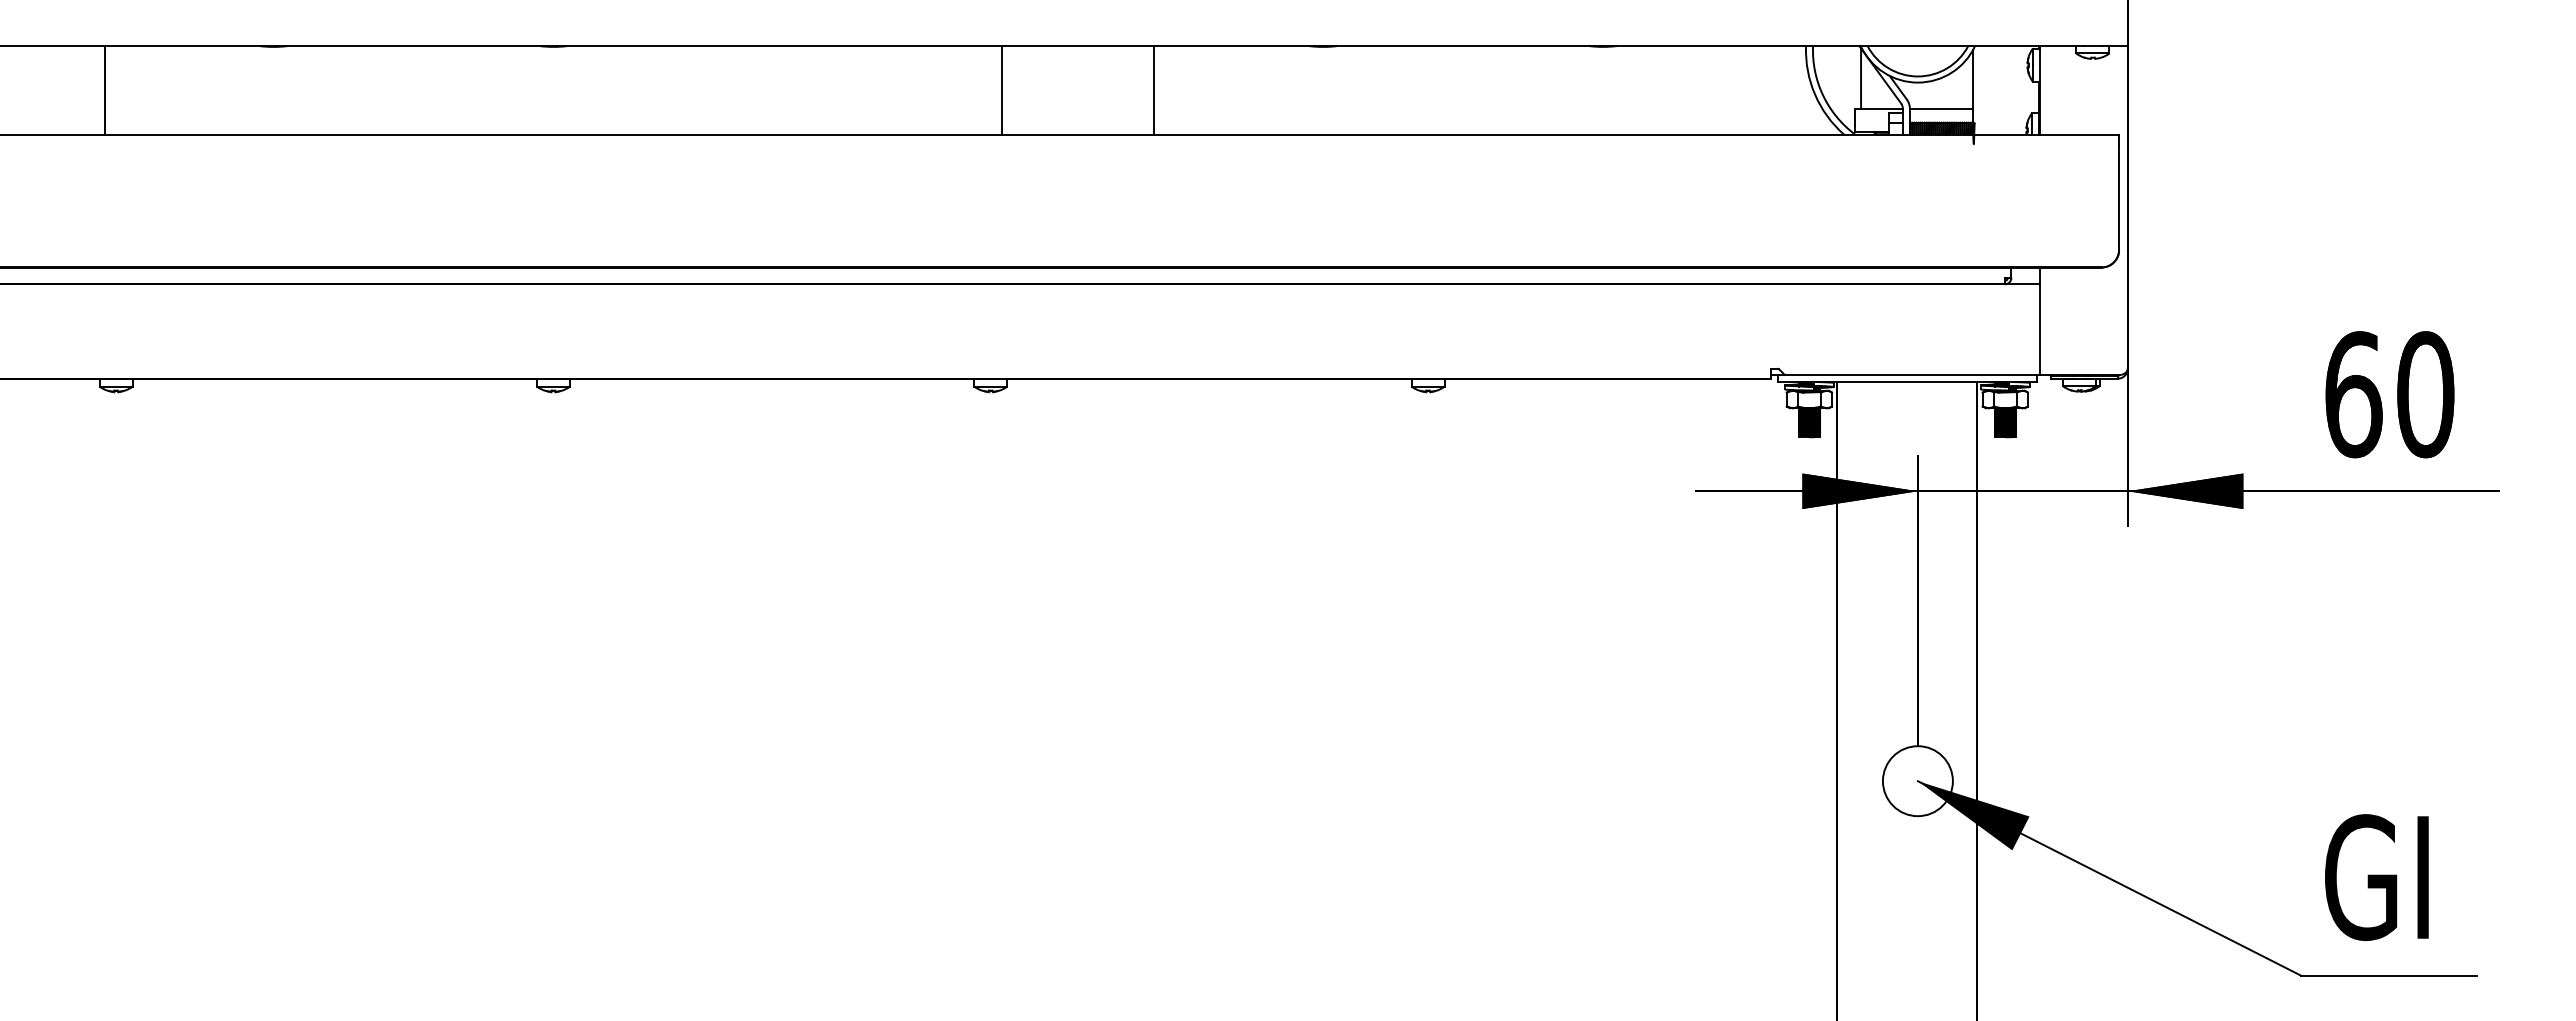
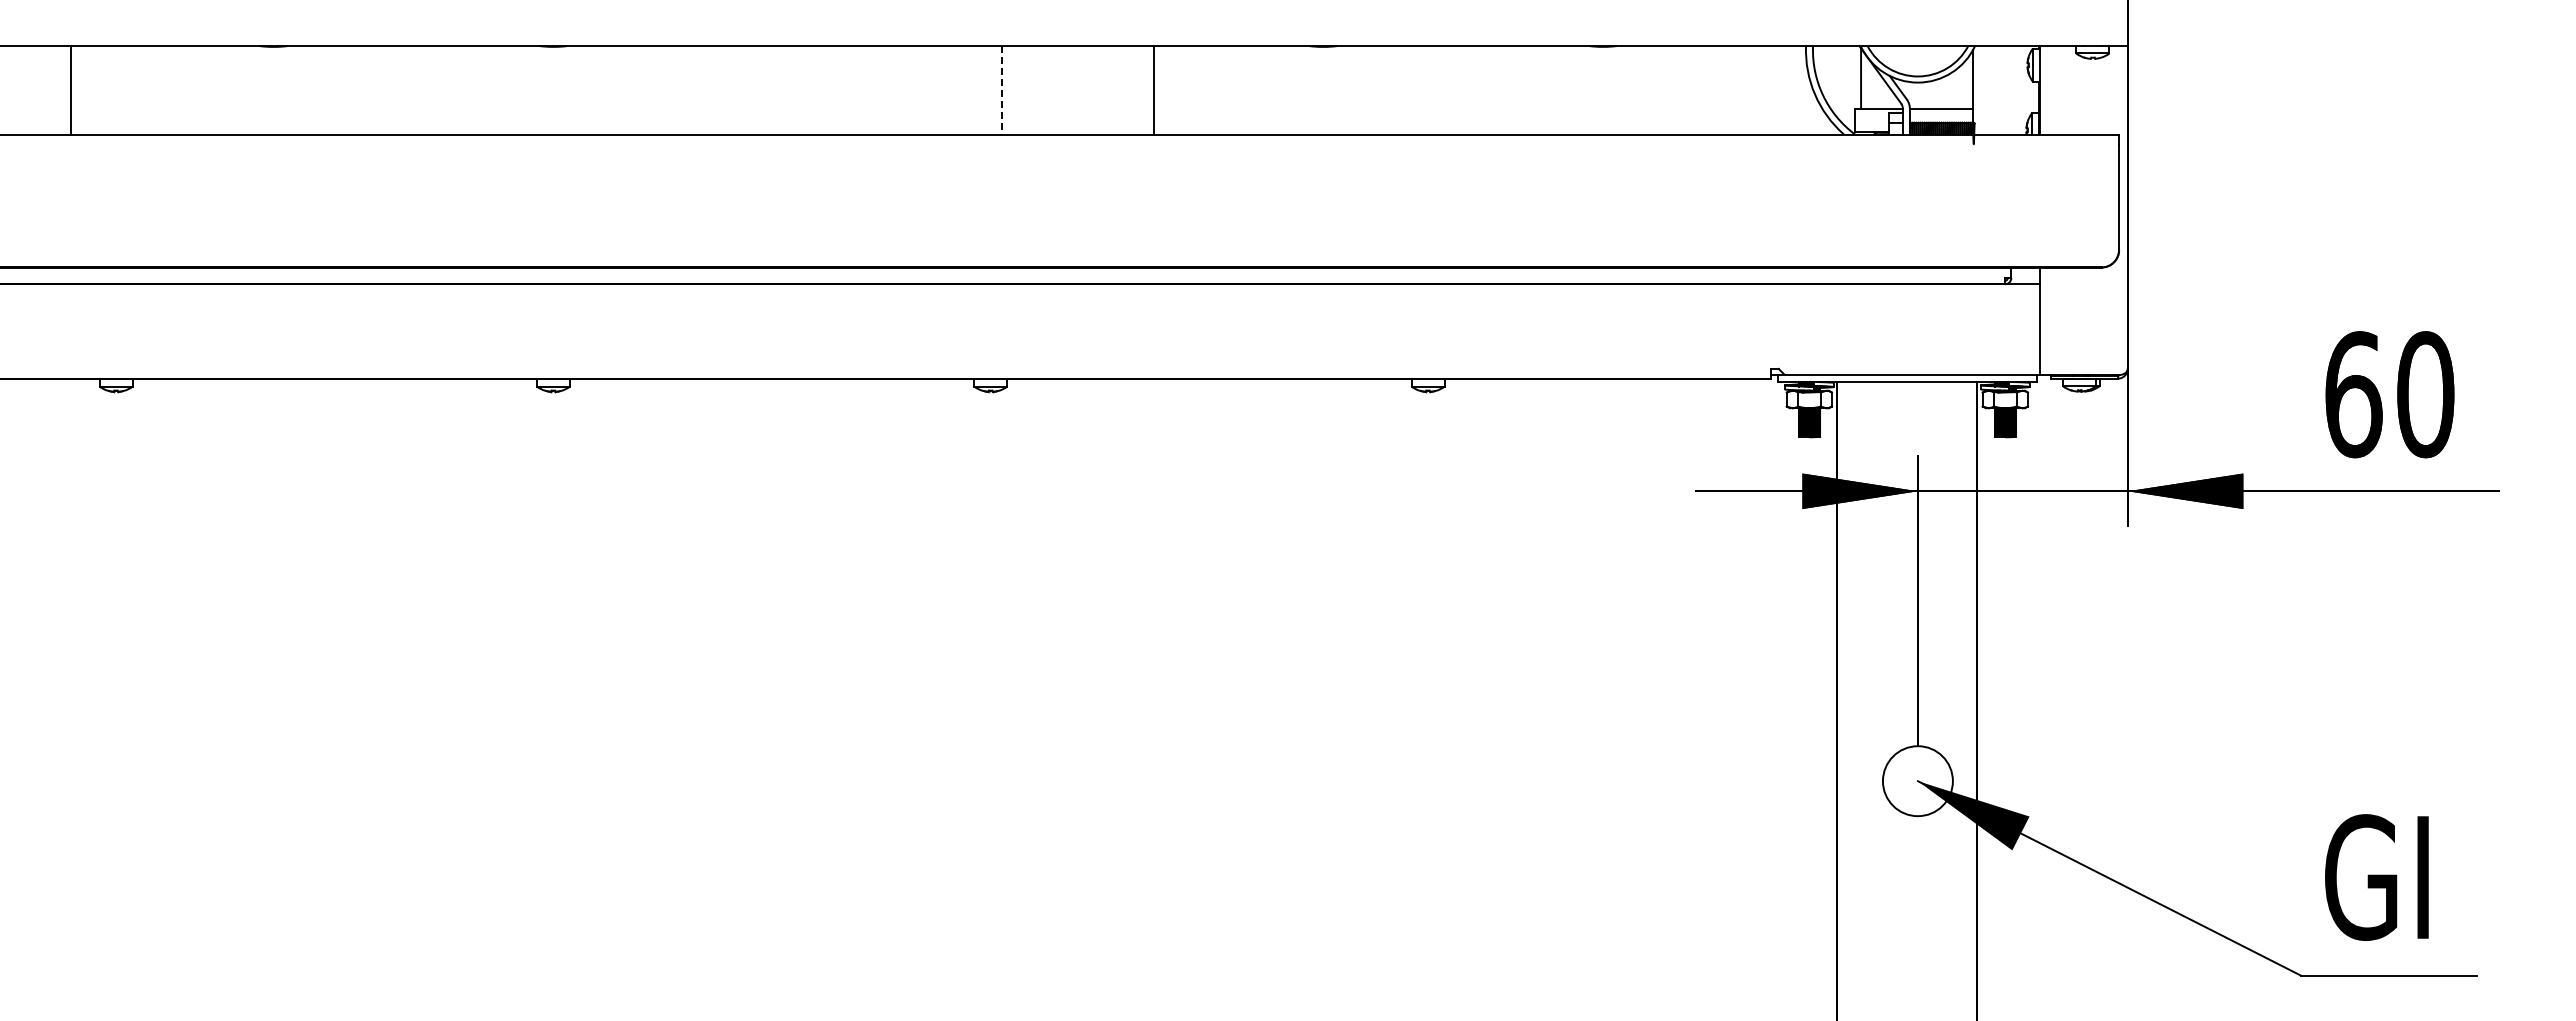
line at (104, 90) position: (104, 90) -> (70, 90)
line at (1002, 90): solid -> dashed
